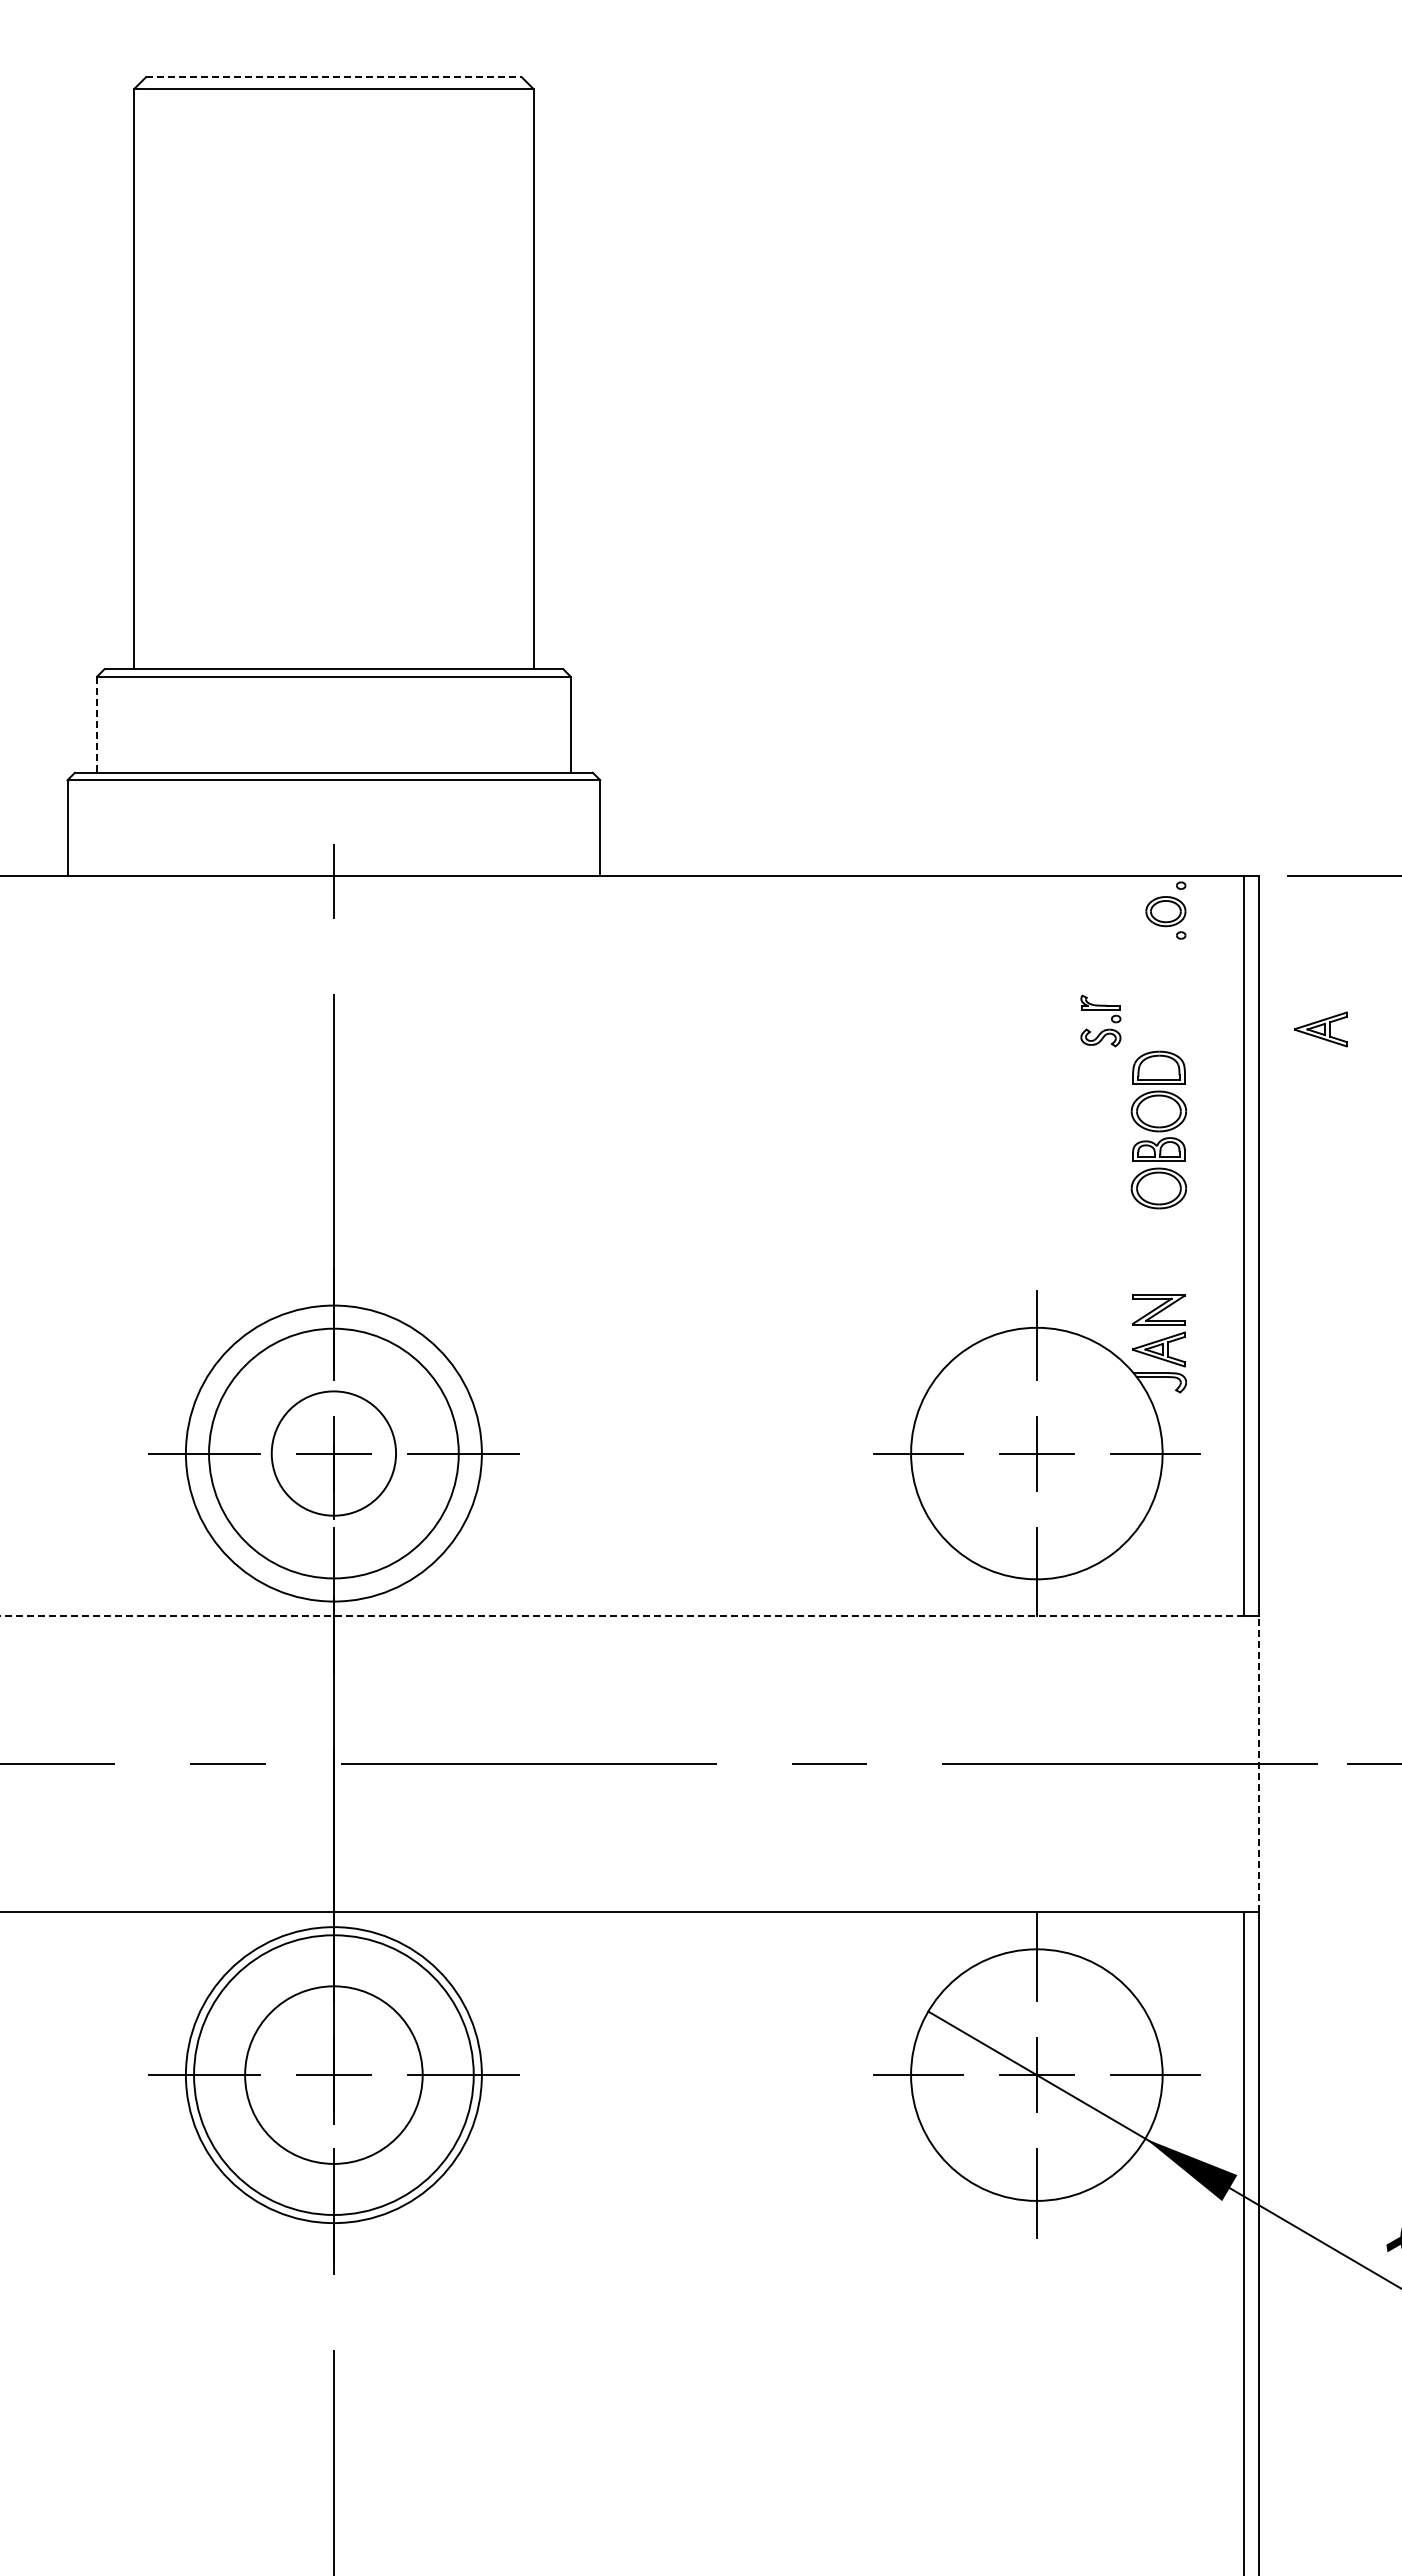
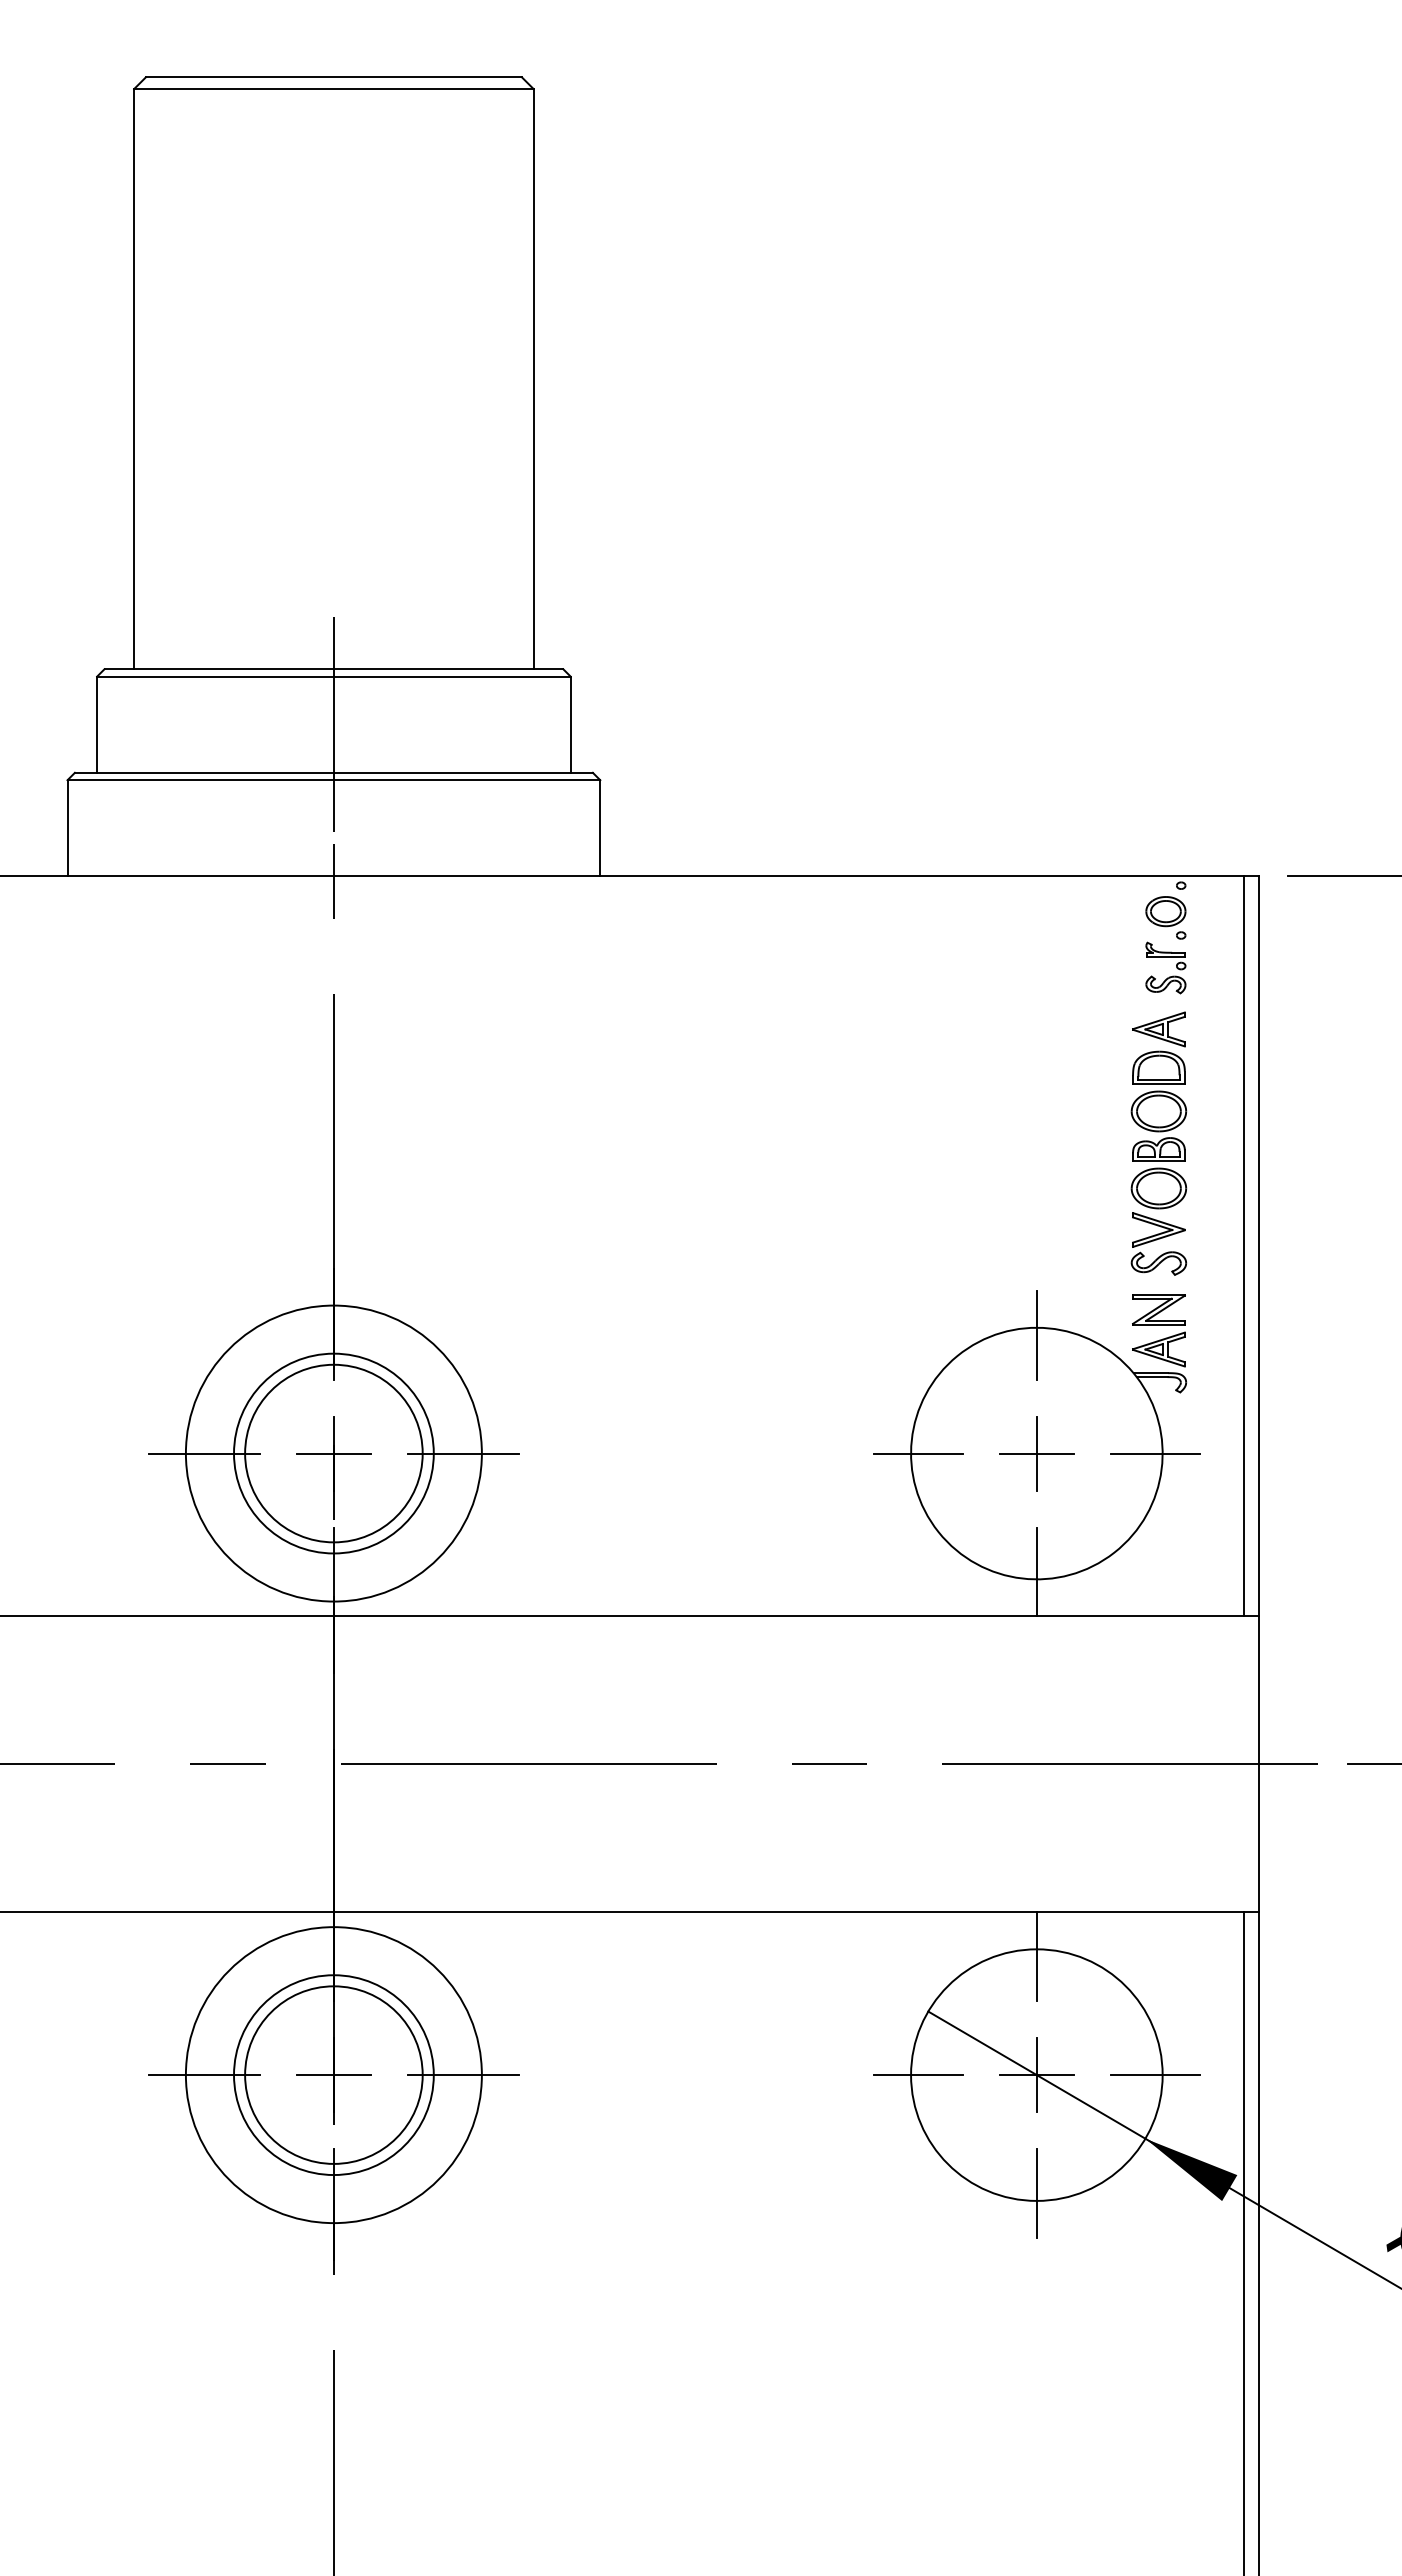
line at (333, 77): dashed -> solid
line at (333, 724): none -> present
line at (97, 725): dashed -> solid
part at (1104, 1029) position: (1104, 1029) -> (1169, 976)
part at (1320, 1029) position: (1320, 1029) -> (1158, 1029)
part at (1158, 1243): none -> present
circle at (333, 1453) diameter: 124 px -> 178 px
circle at (333, 1453) diameter: 250 px -> 200 px
line at (622, 1616): dashed -> solid
line at (1258, 1764): dashed -> solid
circle at (333, 2074) diameter: 280 px -> 200 px
